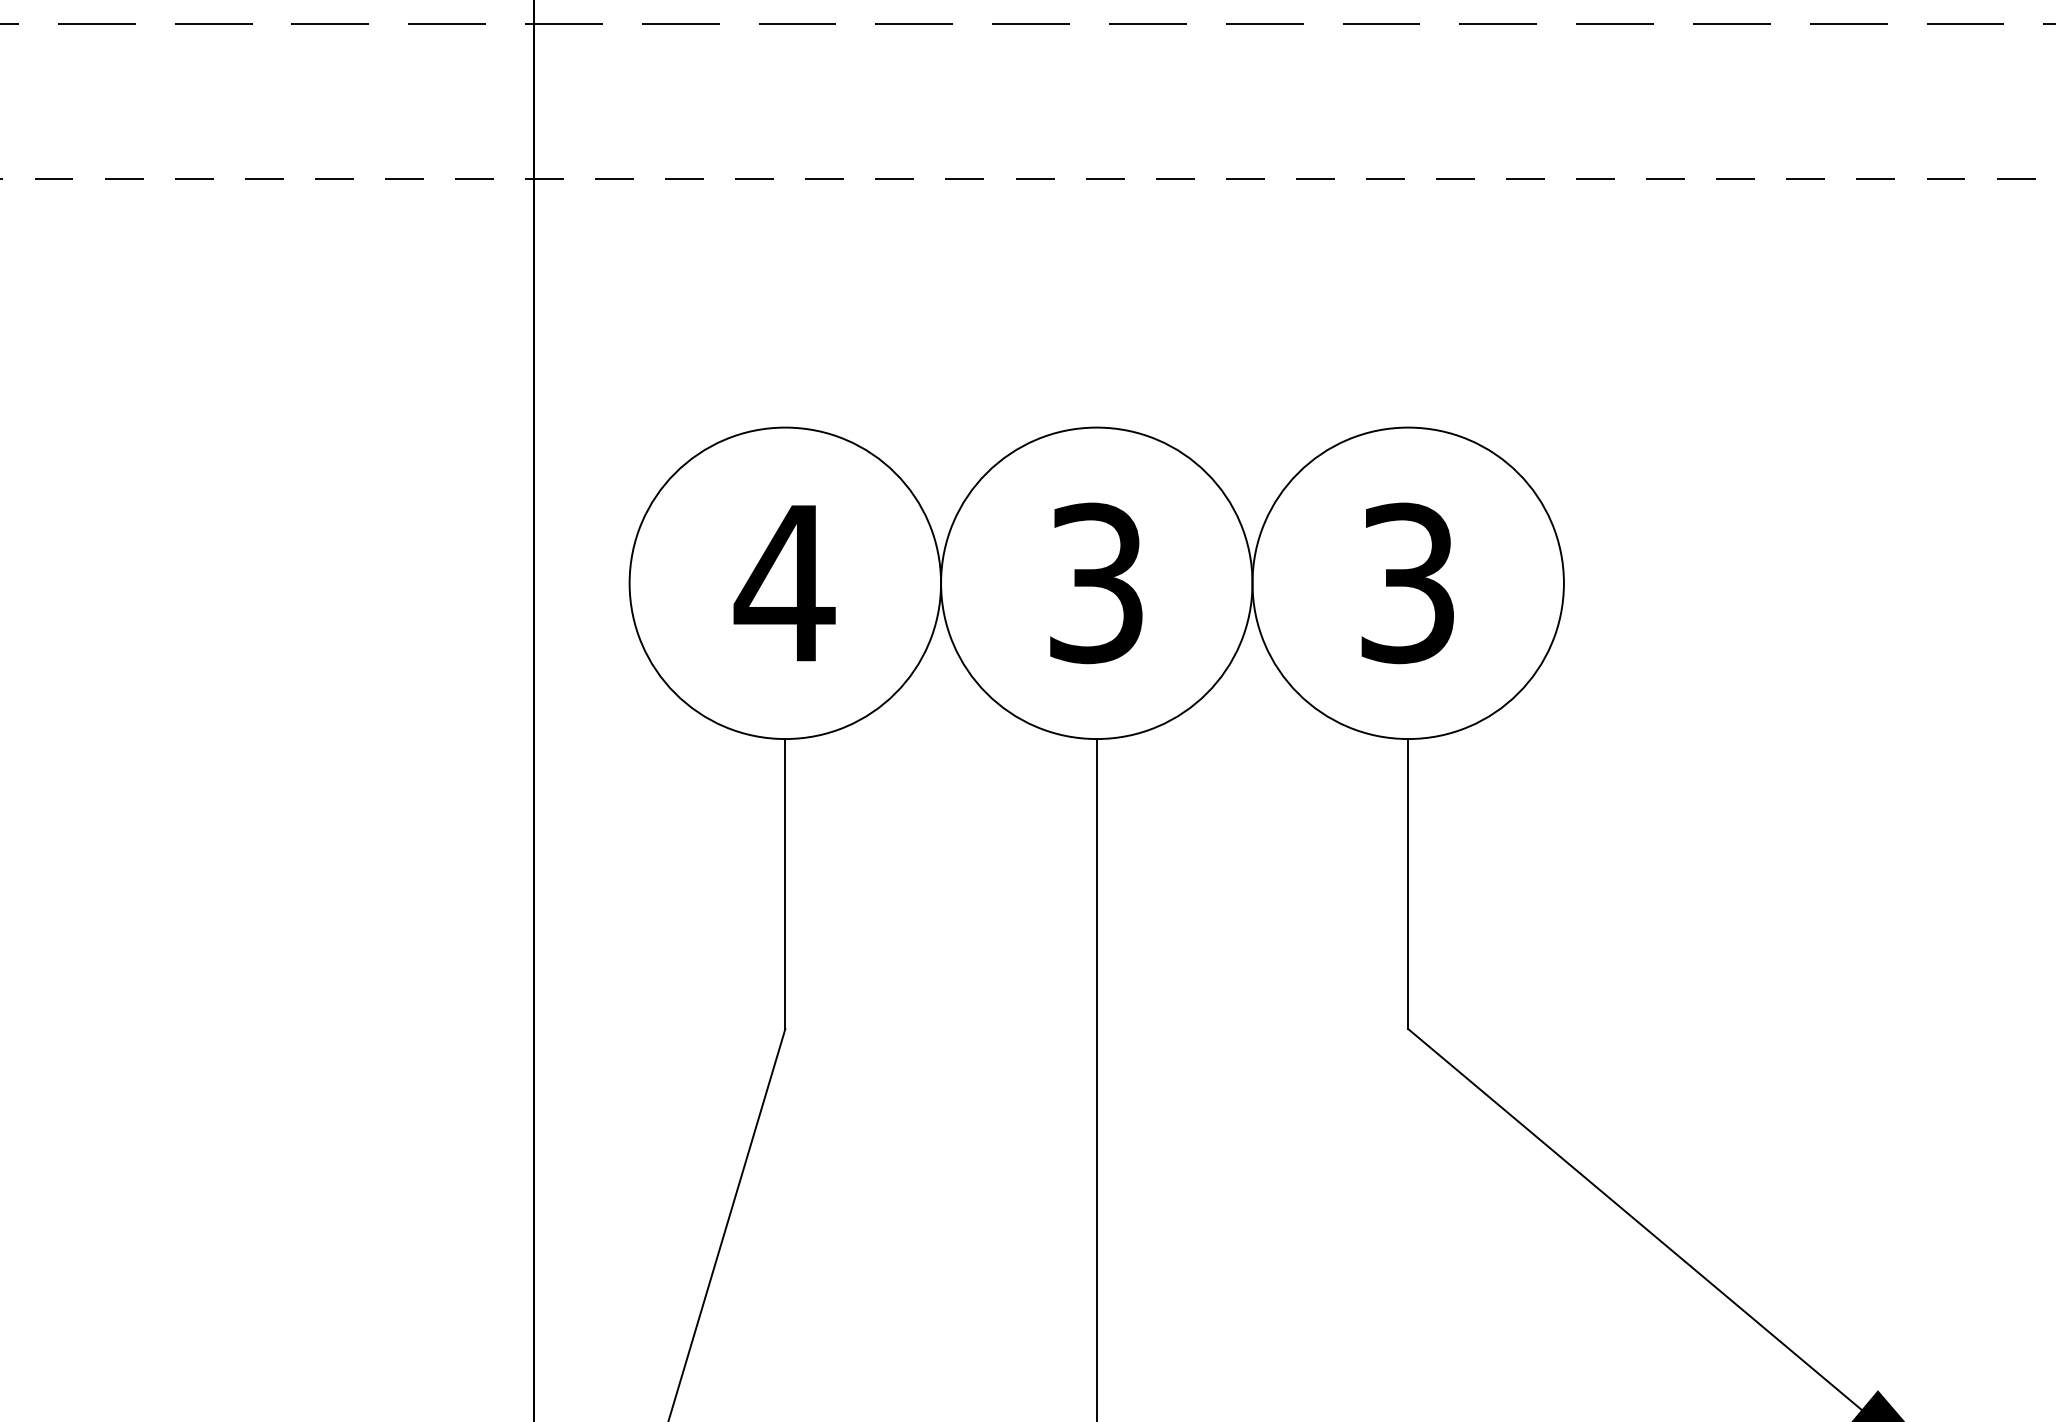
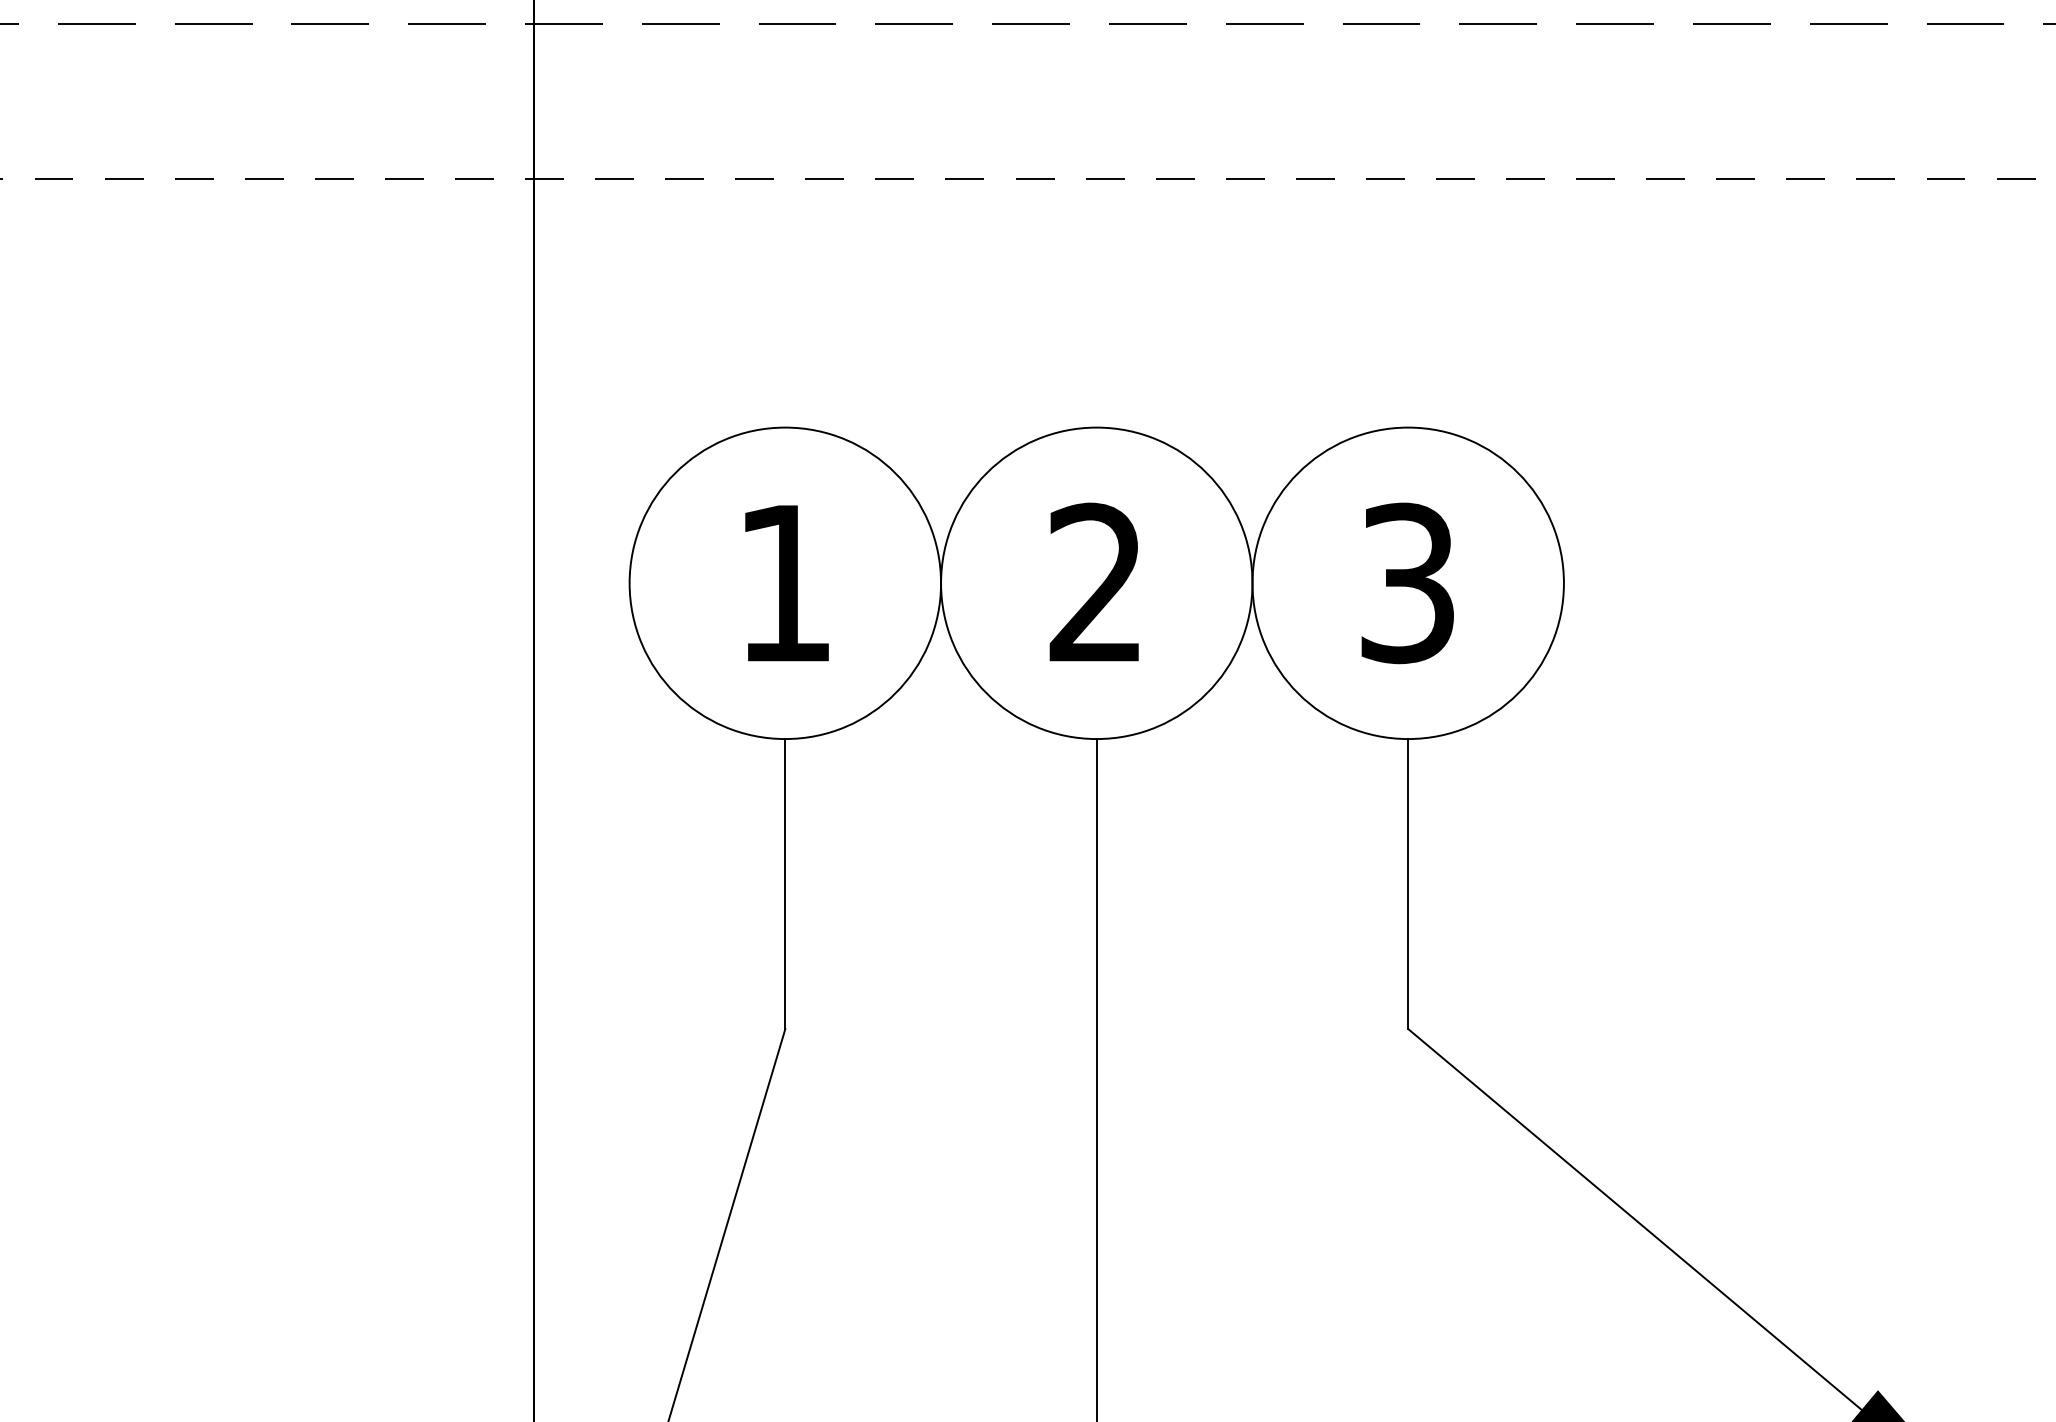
text at (784, 583): 4 -> 1
text at (1095, 583): 3 -> 2
